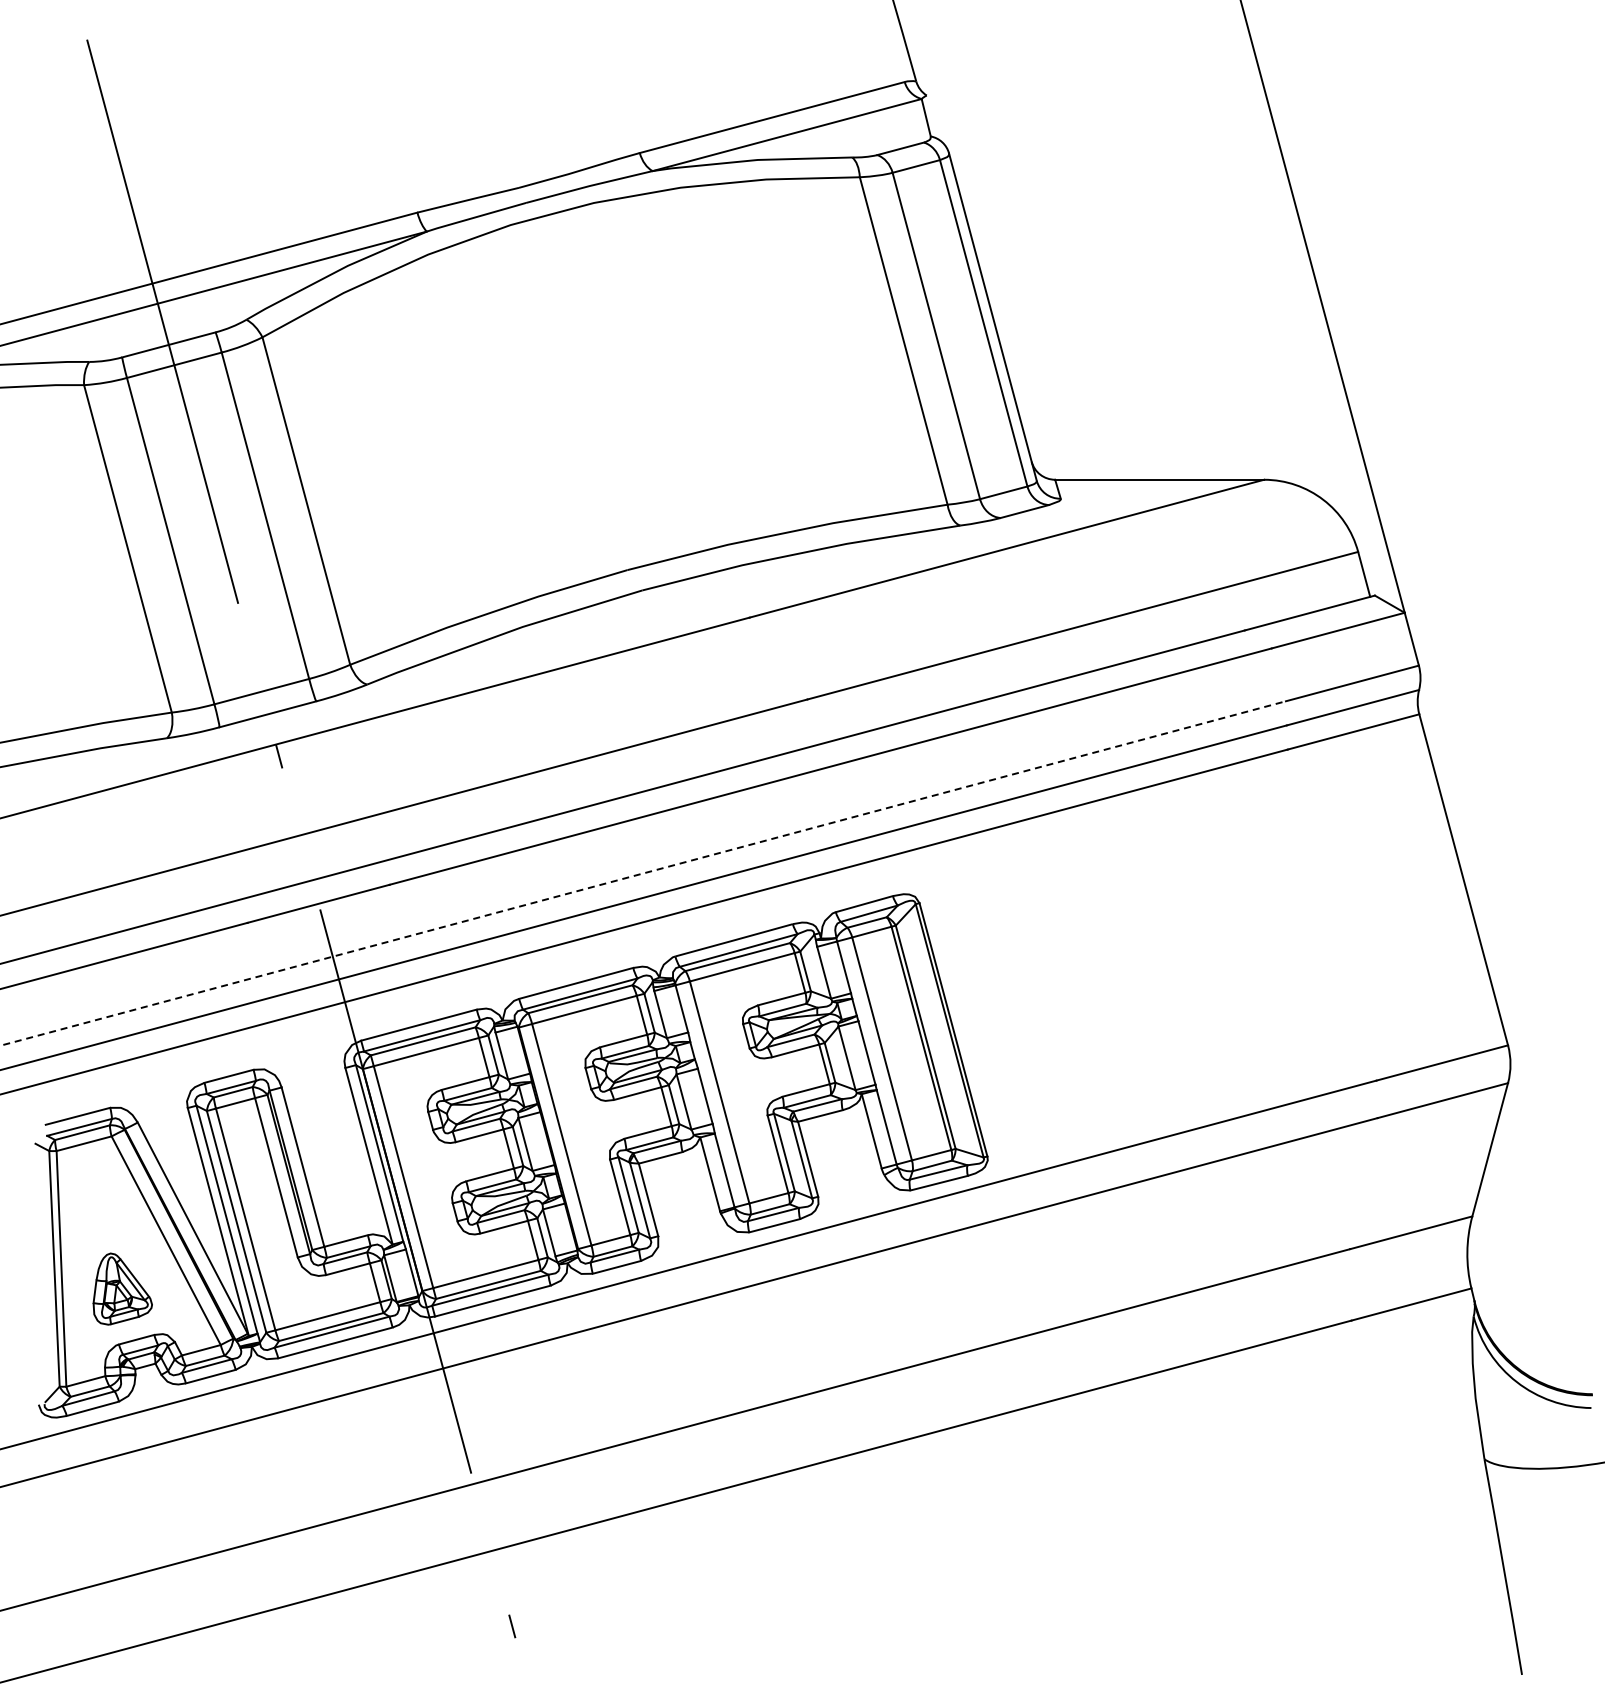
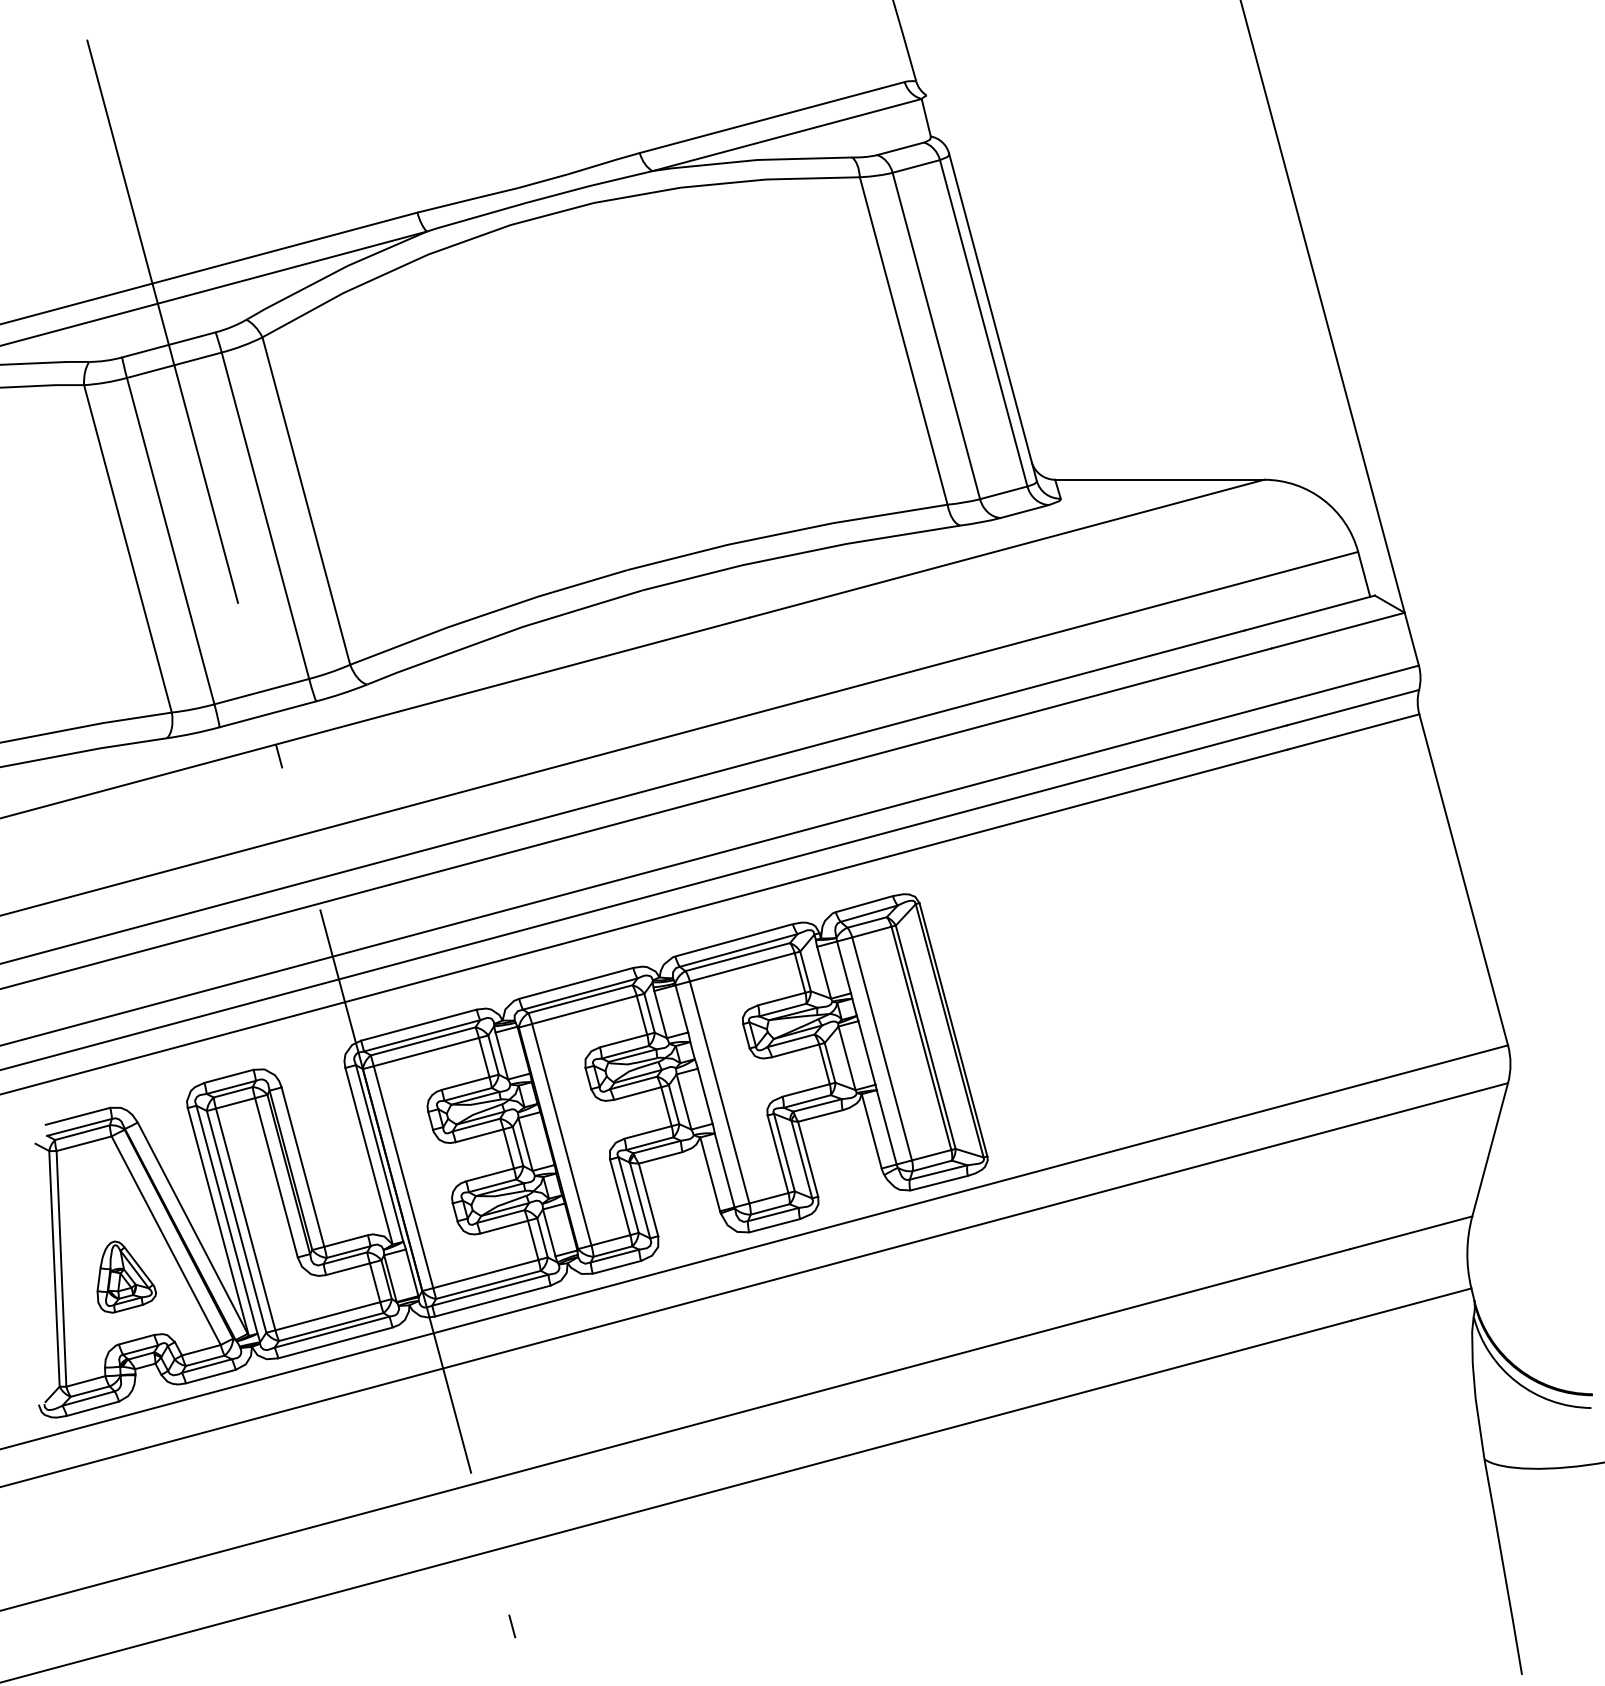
line at (643, 873): dashed -> solid
part at (122, 1288) position: (122, 1288) -> (126, 1276)
